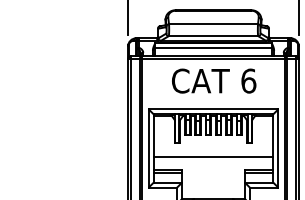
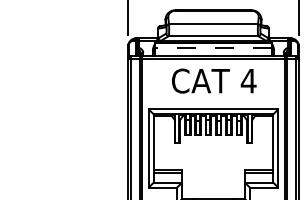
line at (213, 48): solid -> dashed
text at (248, 80): 6 -> 4
line at (213, 156): present -> none
